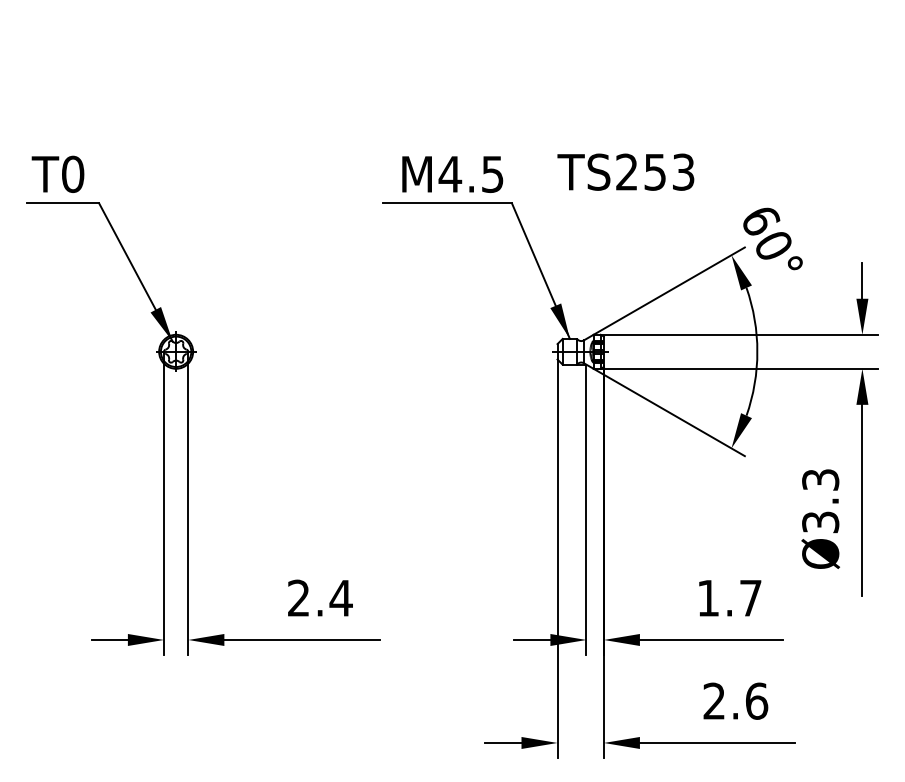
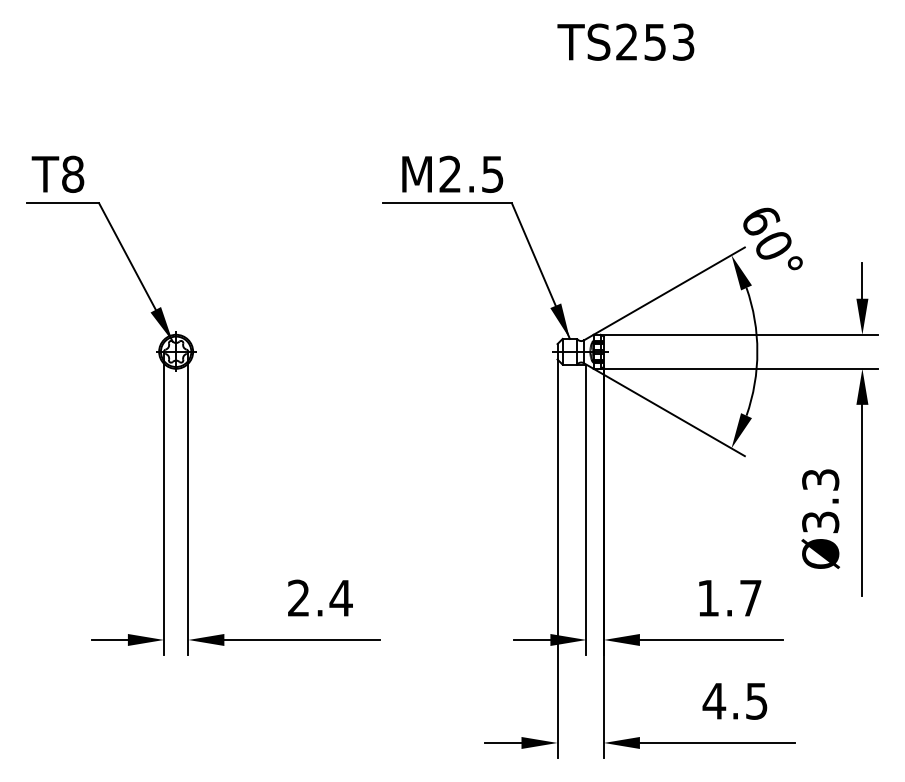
text at (625, 171) position: (625, 171) -> (625, 41)
text at (450, 173): M4.5 -> M2.5
text at (73, 174): T0 -> T8
text at (735, 700): 2.6 -> 4.5
